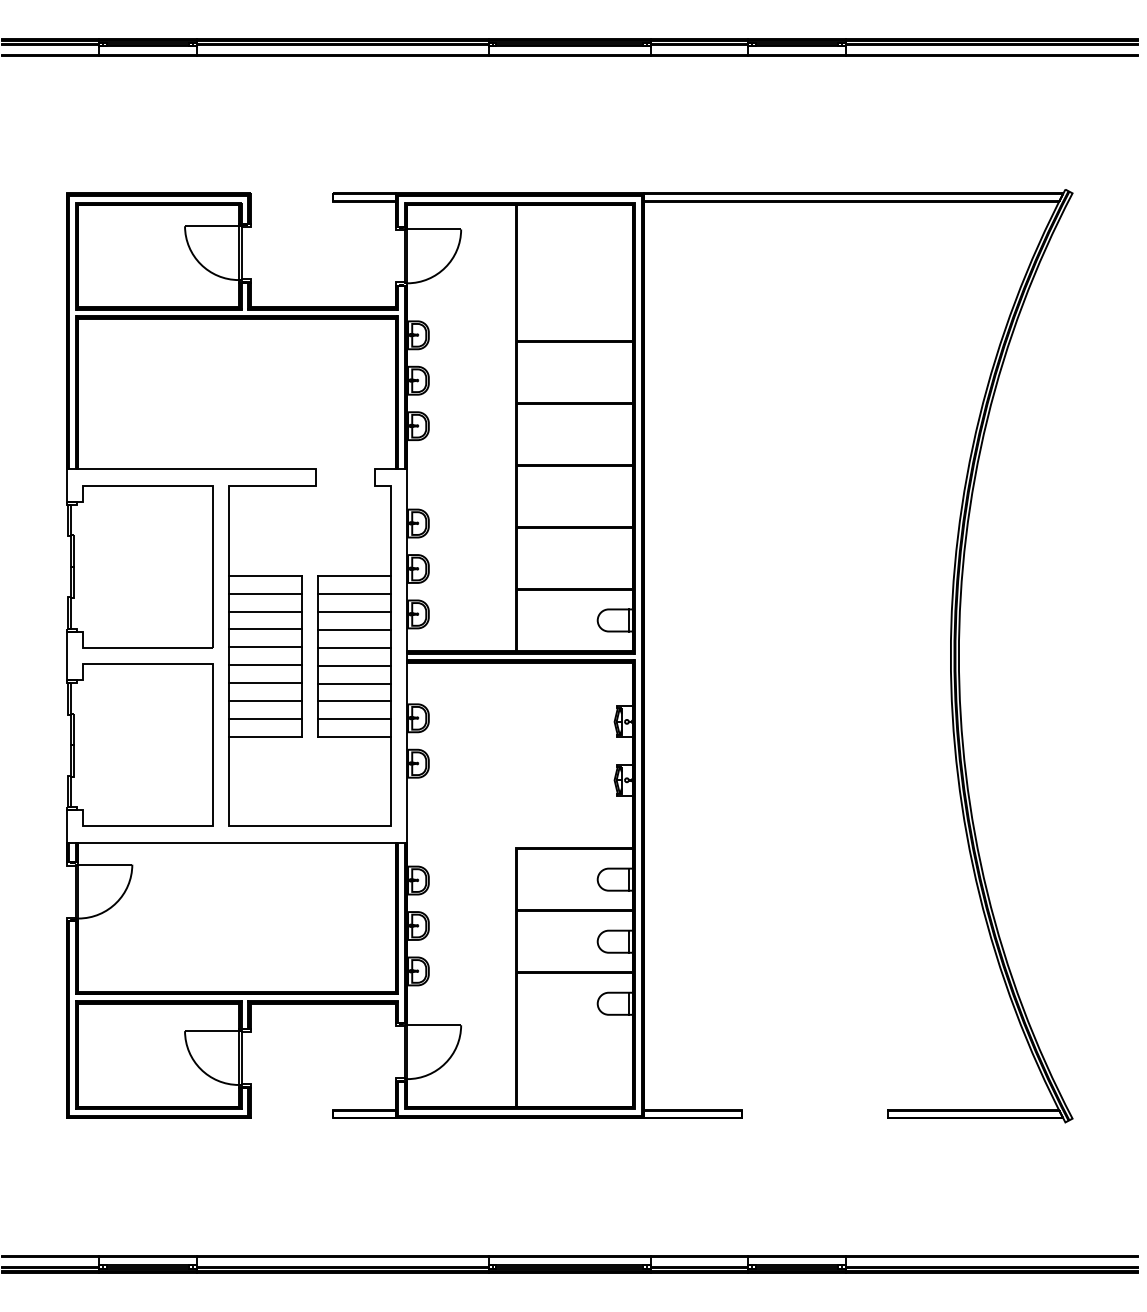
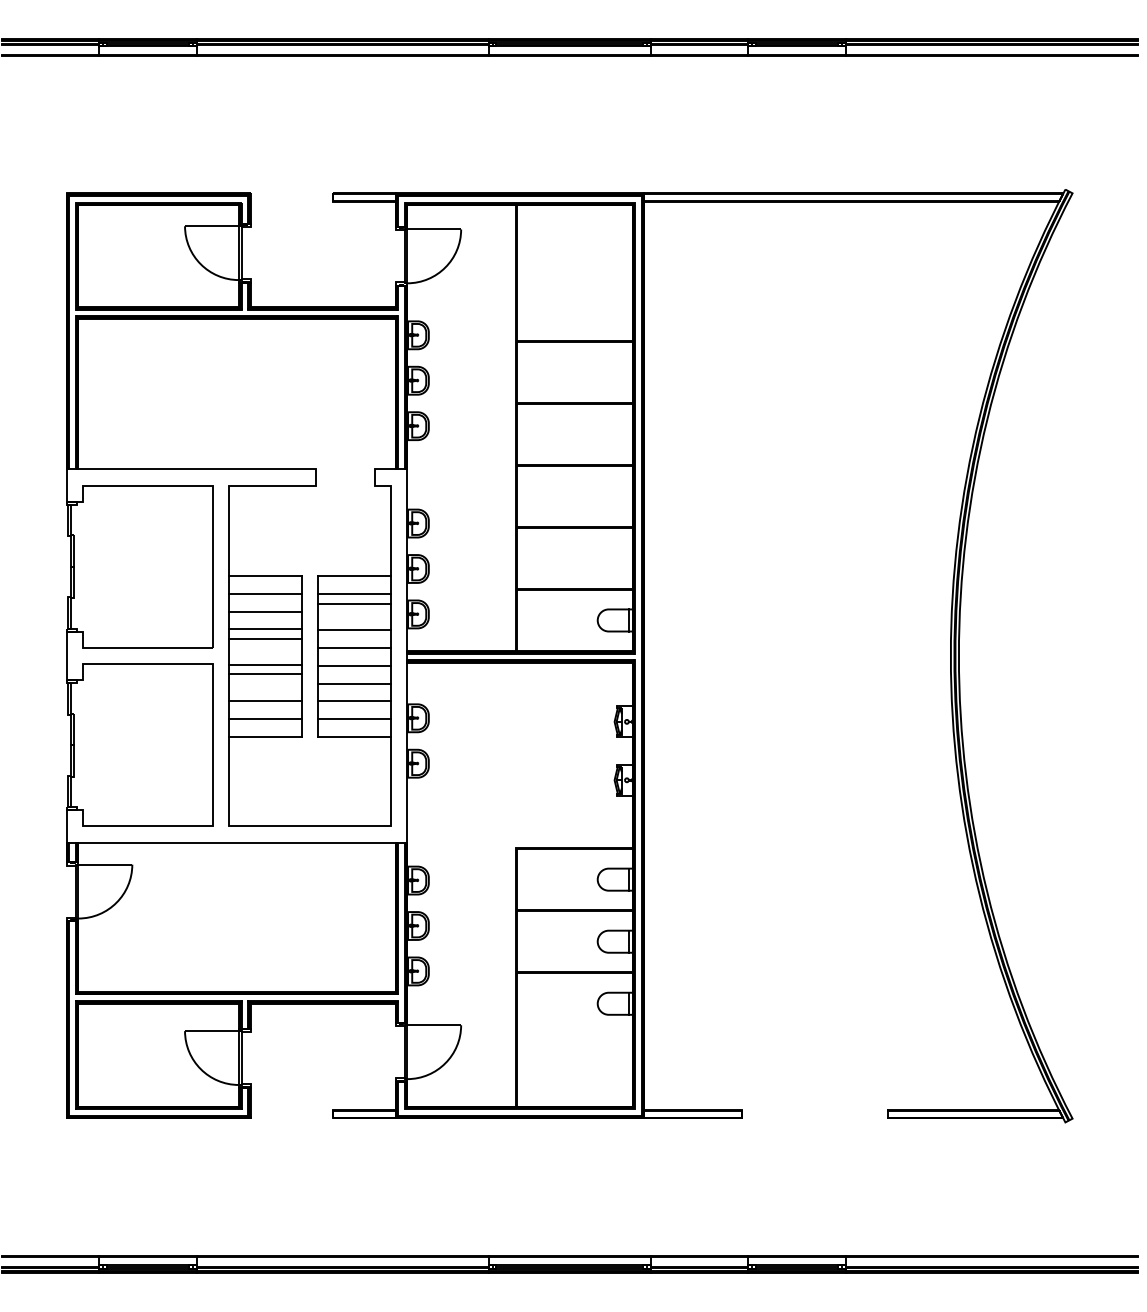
line at (354, 612) position: (354, 612) -> (354, 604)
line at (265, 647) position: (265, 647) -> (265, 639)
line at (265, 682) position: (265, 682) -> (265, 673)
